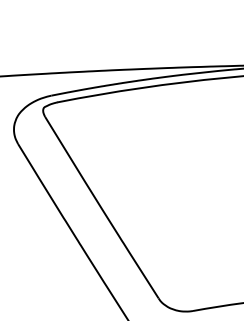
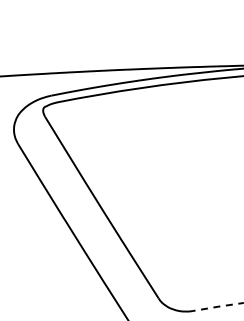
arc at (218, 306): solid -> dashed
